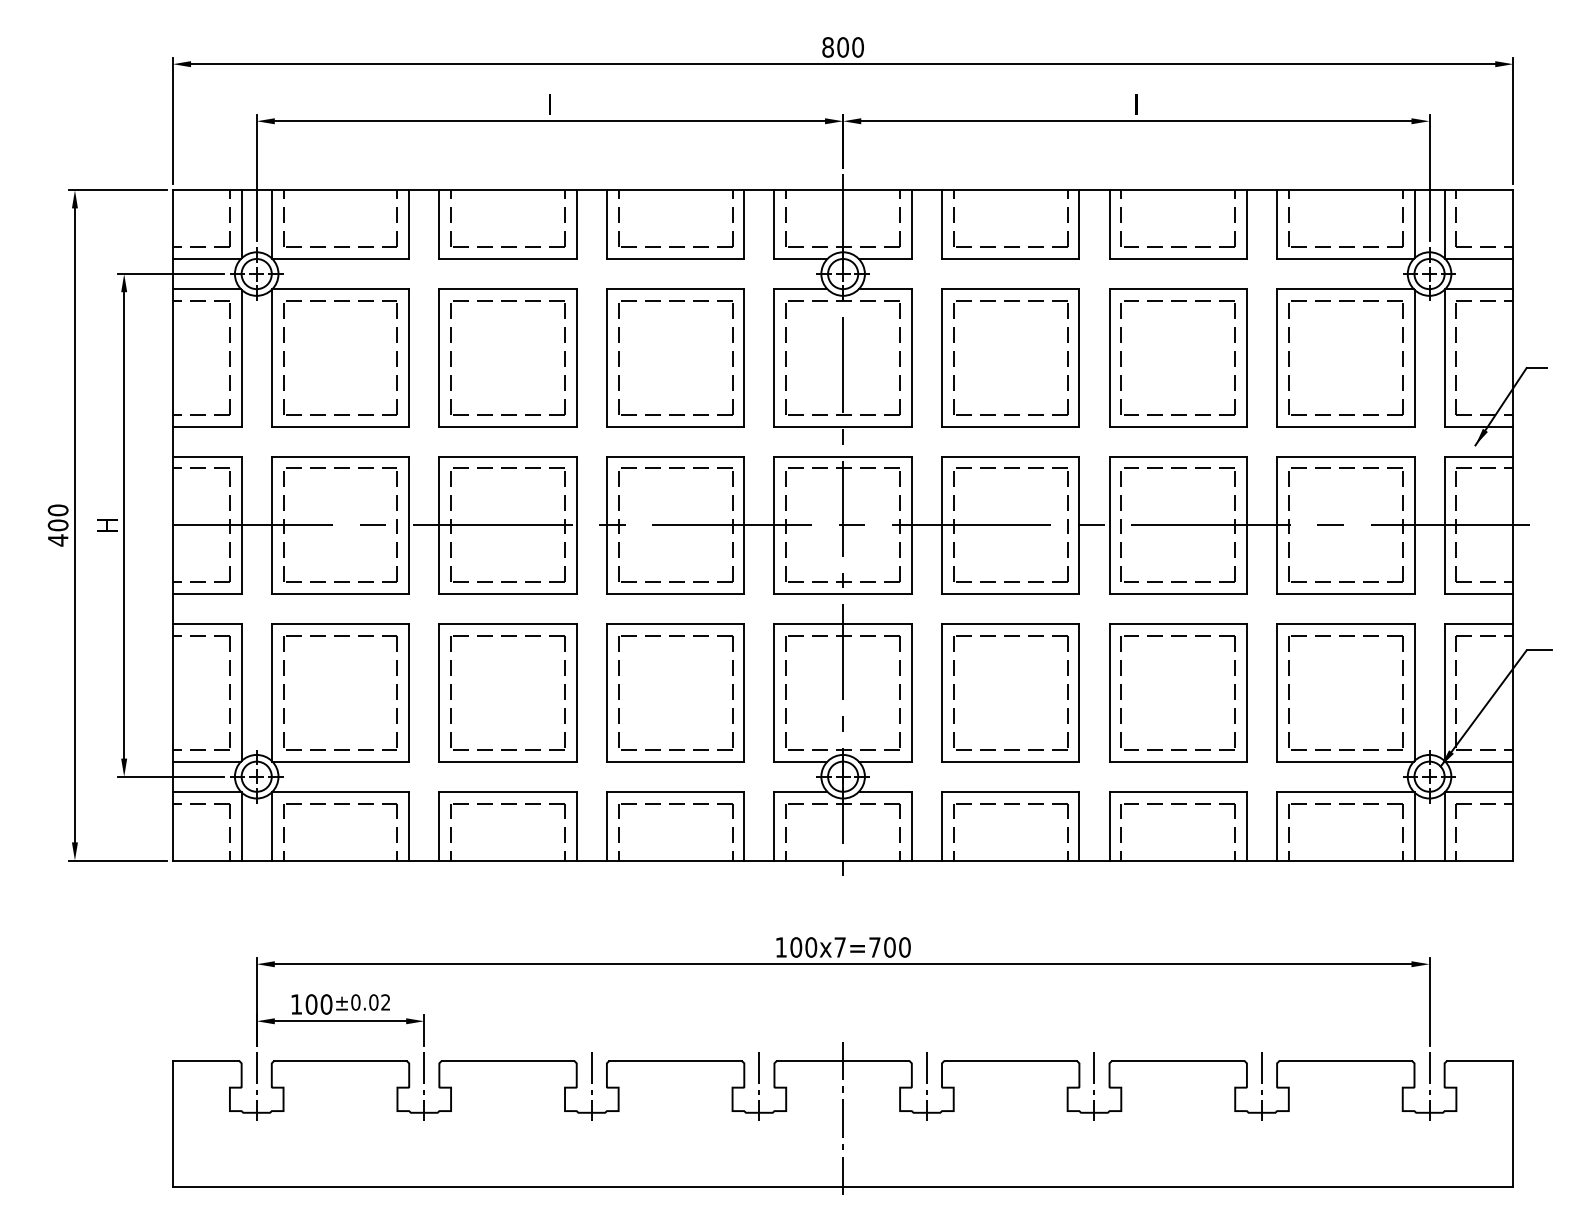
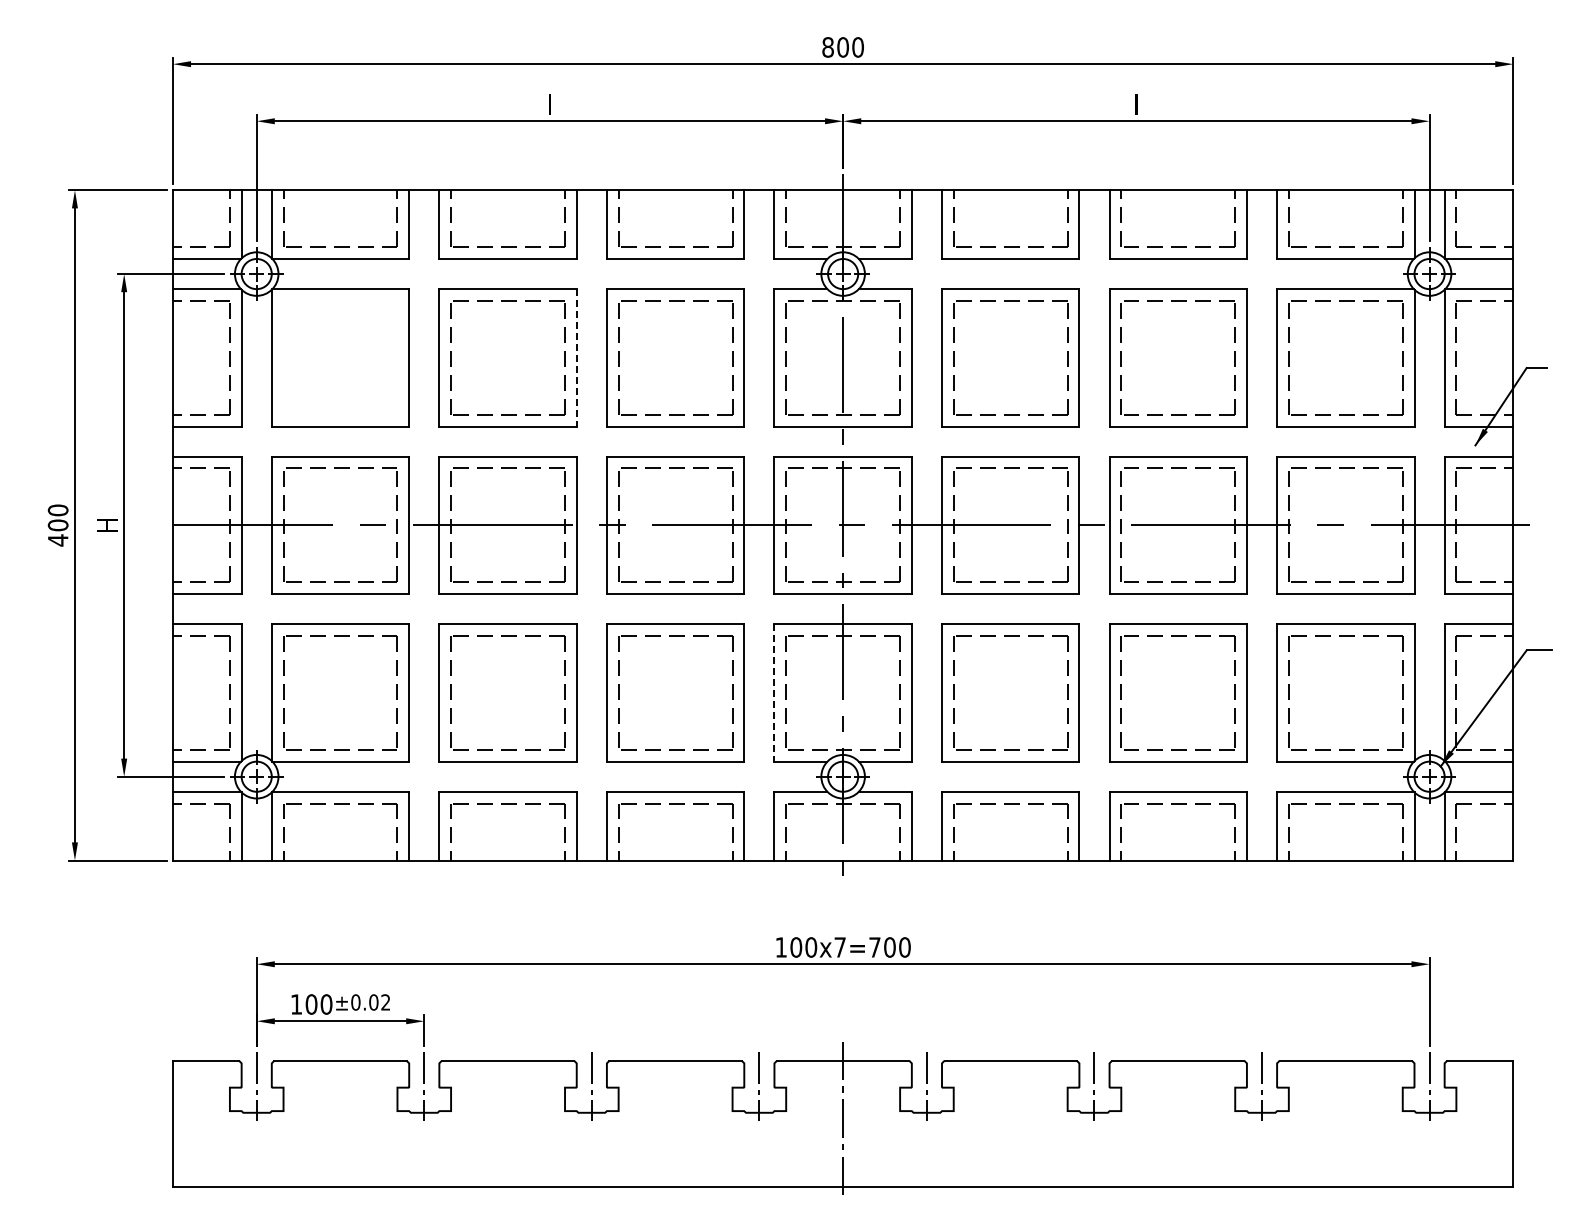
part at (340, 301): present -> none
line at (576, 357): solid -> dashed
line at (774, 692): solid -> dashed
